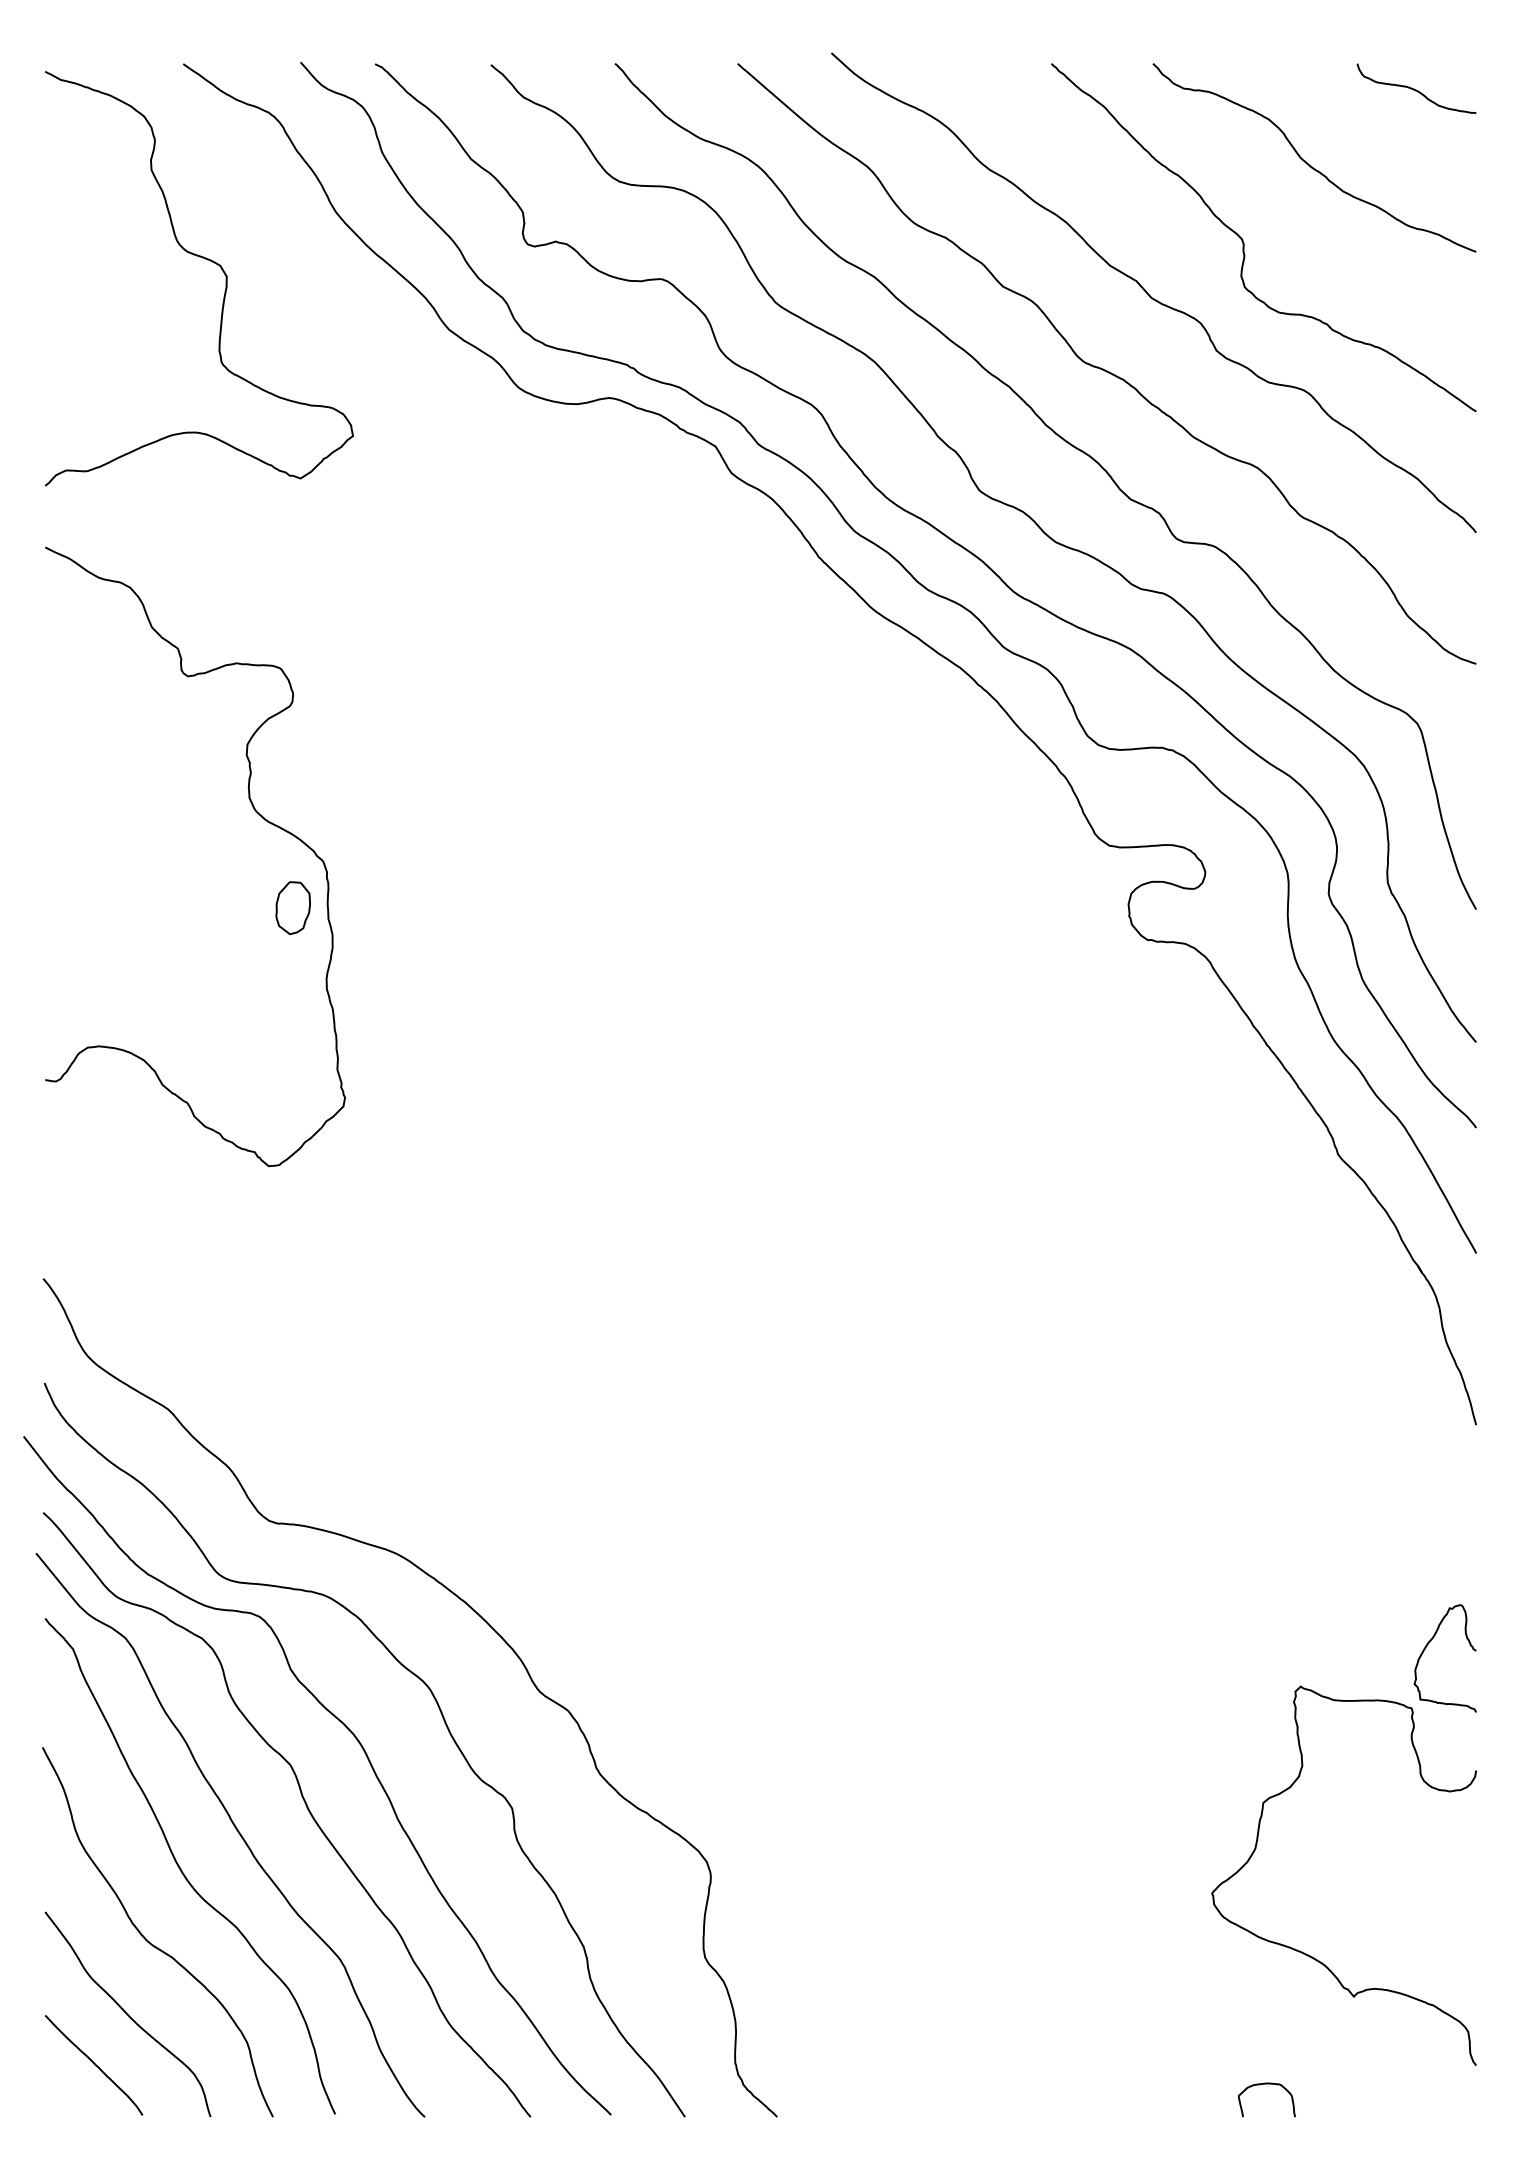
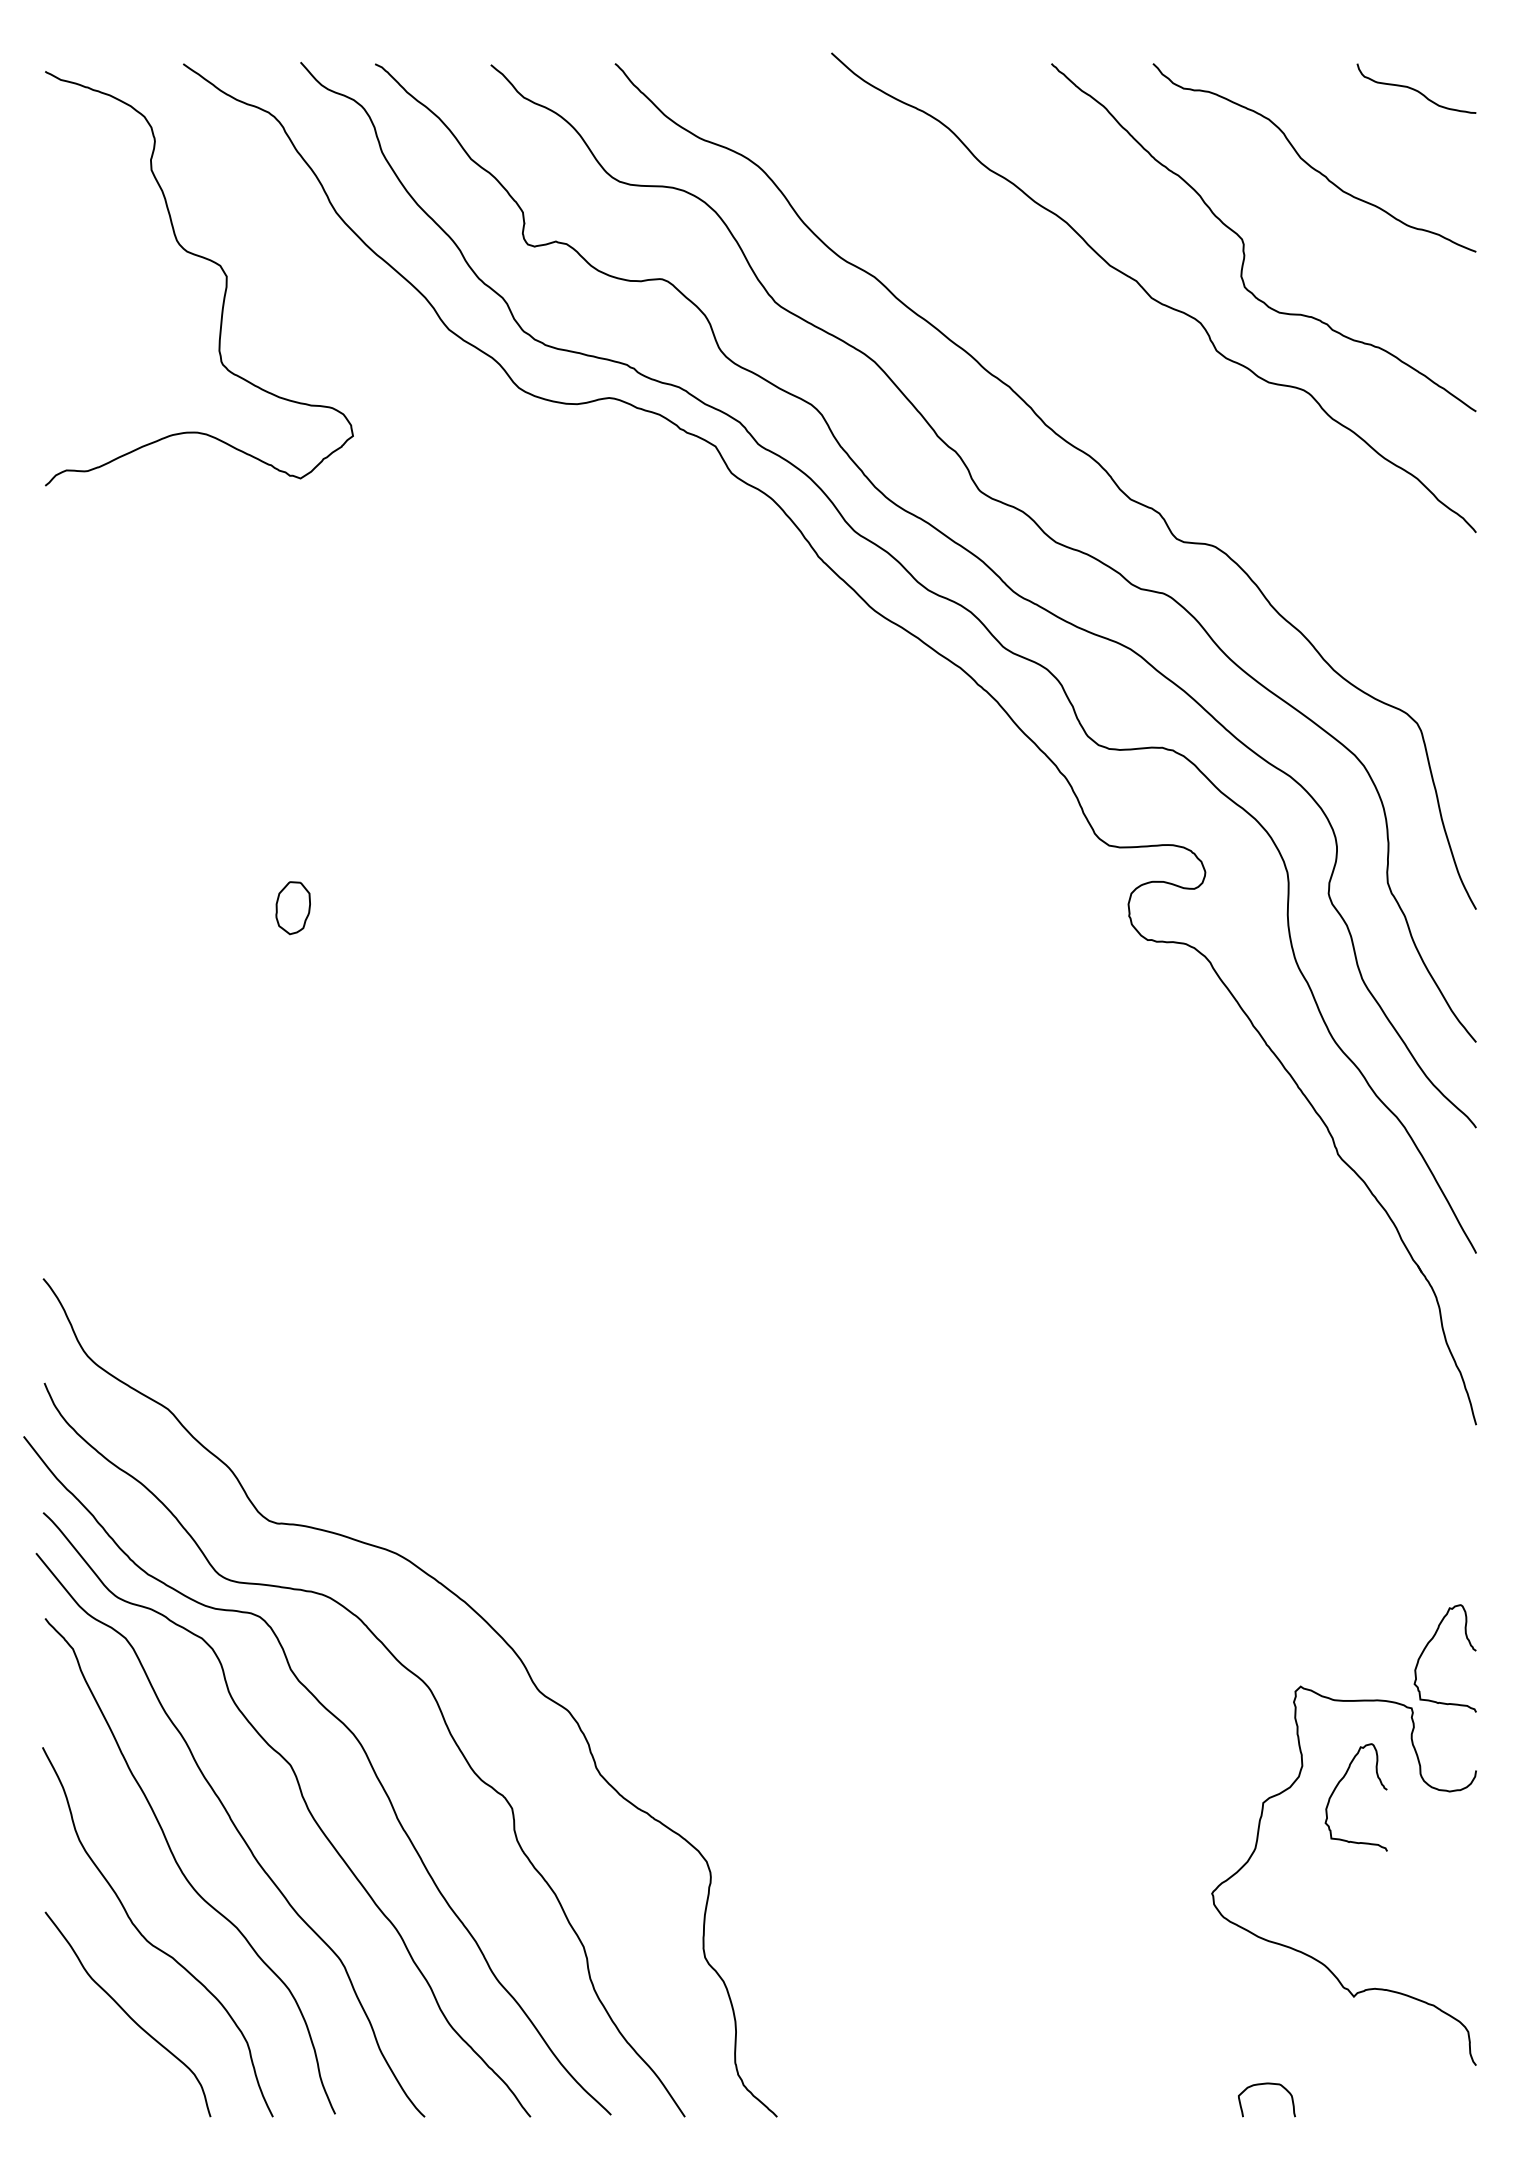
curve at (1103, 368): present -> none
curve at (253, 809): present -> none
curve at (1338, 1785): none -> present
curve at (93, 2064): present -> none
